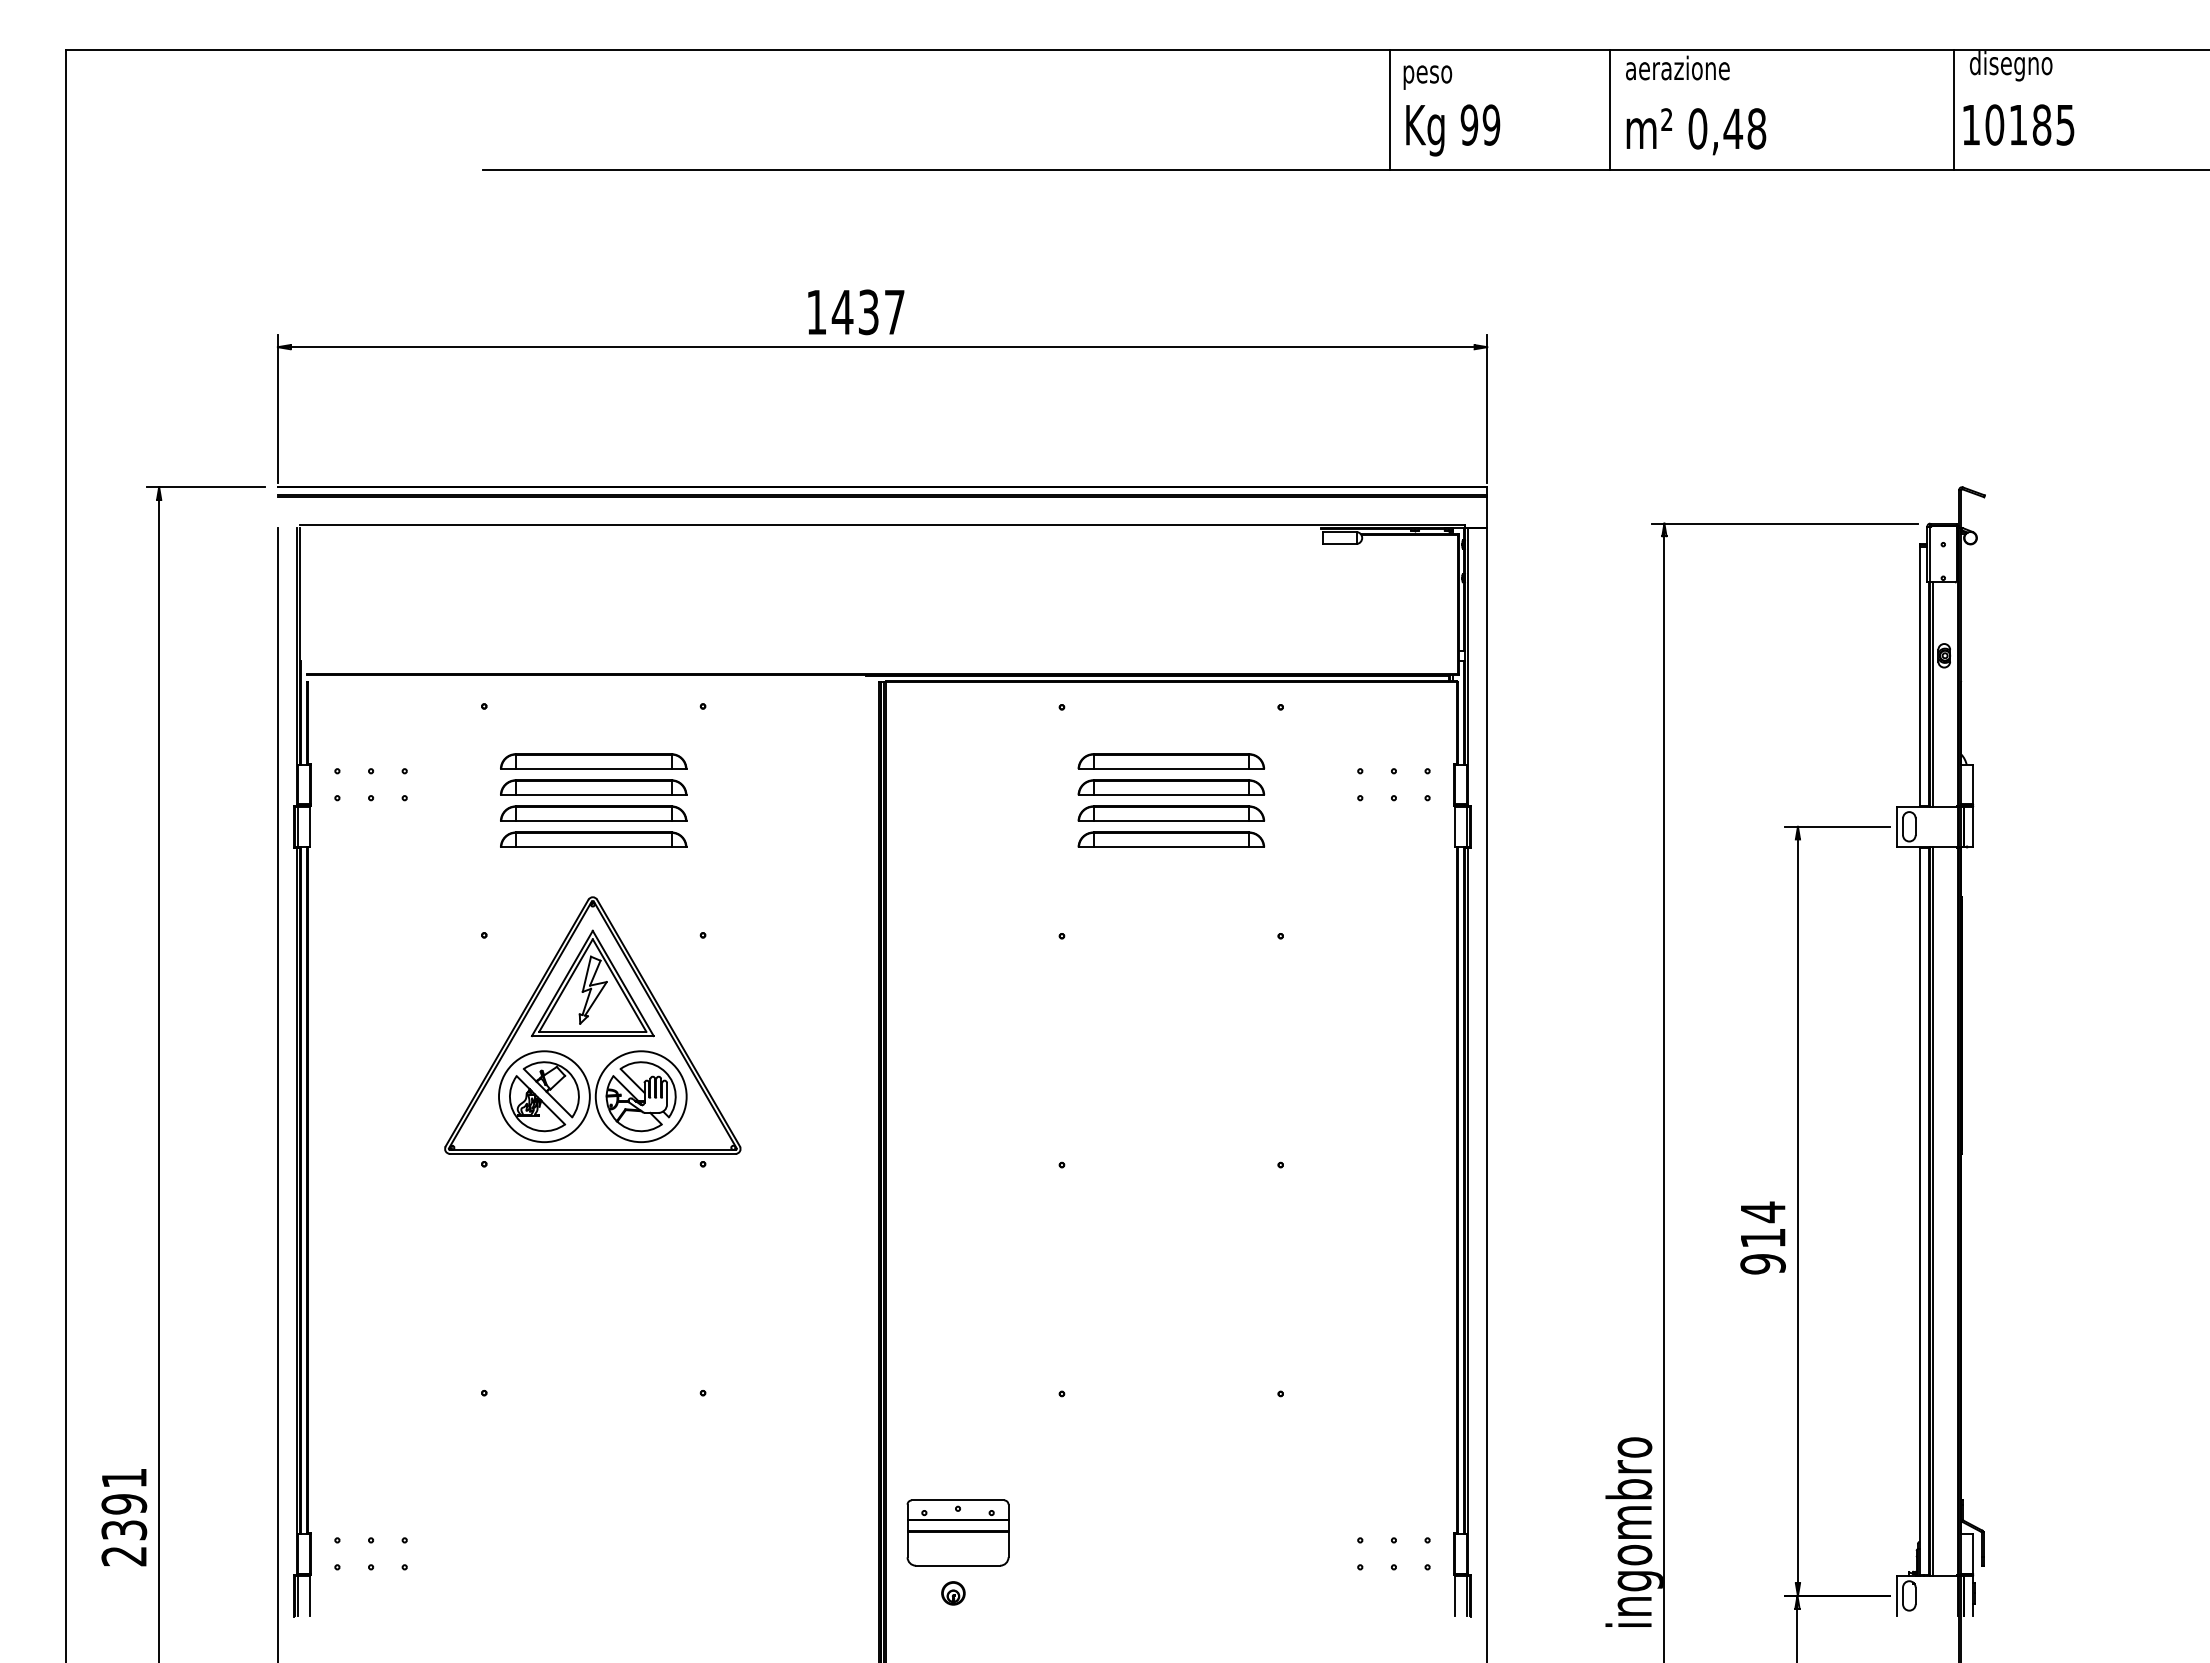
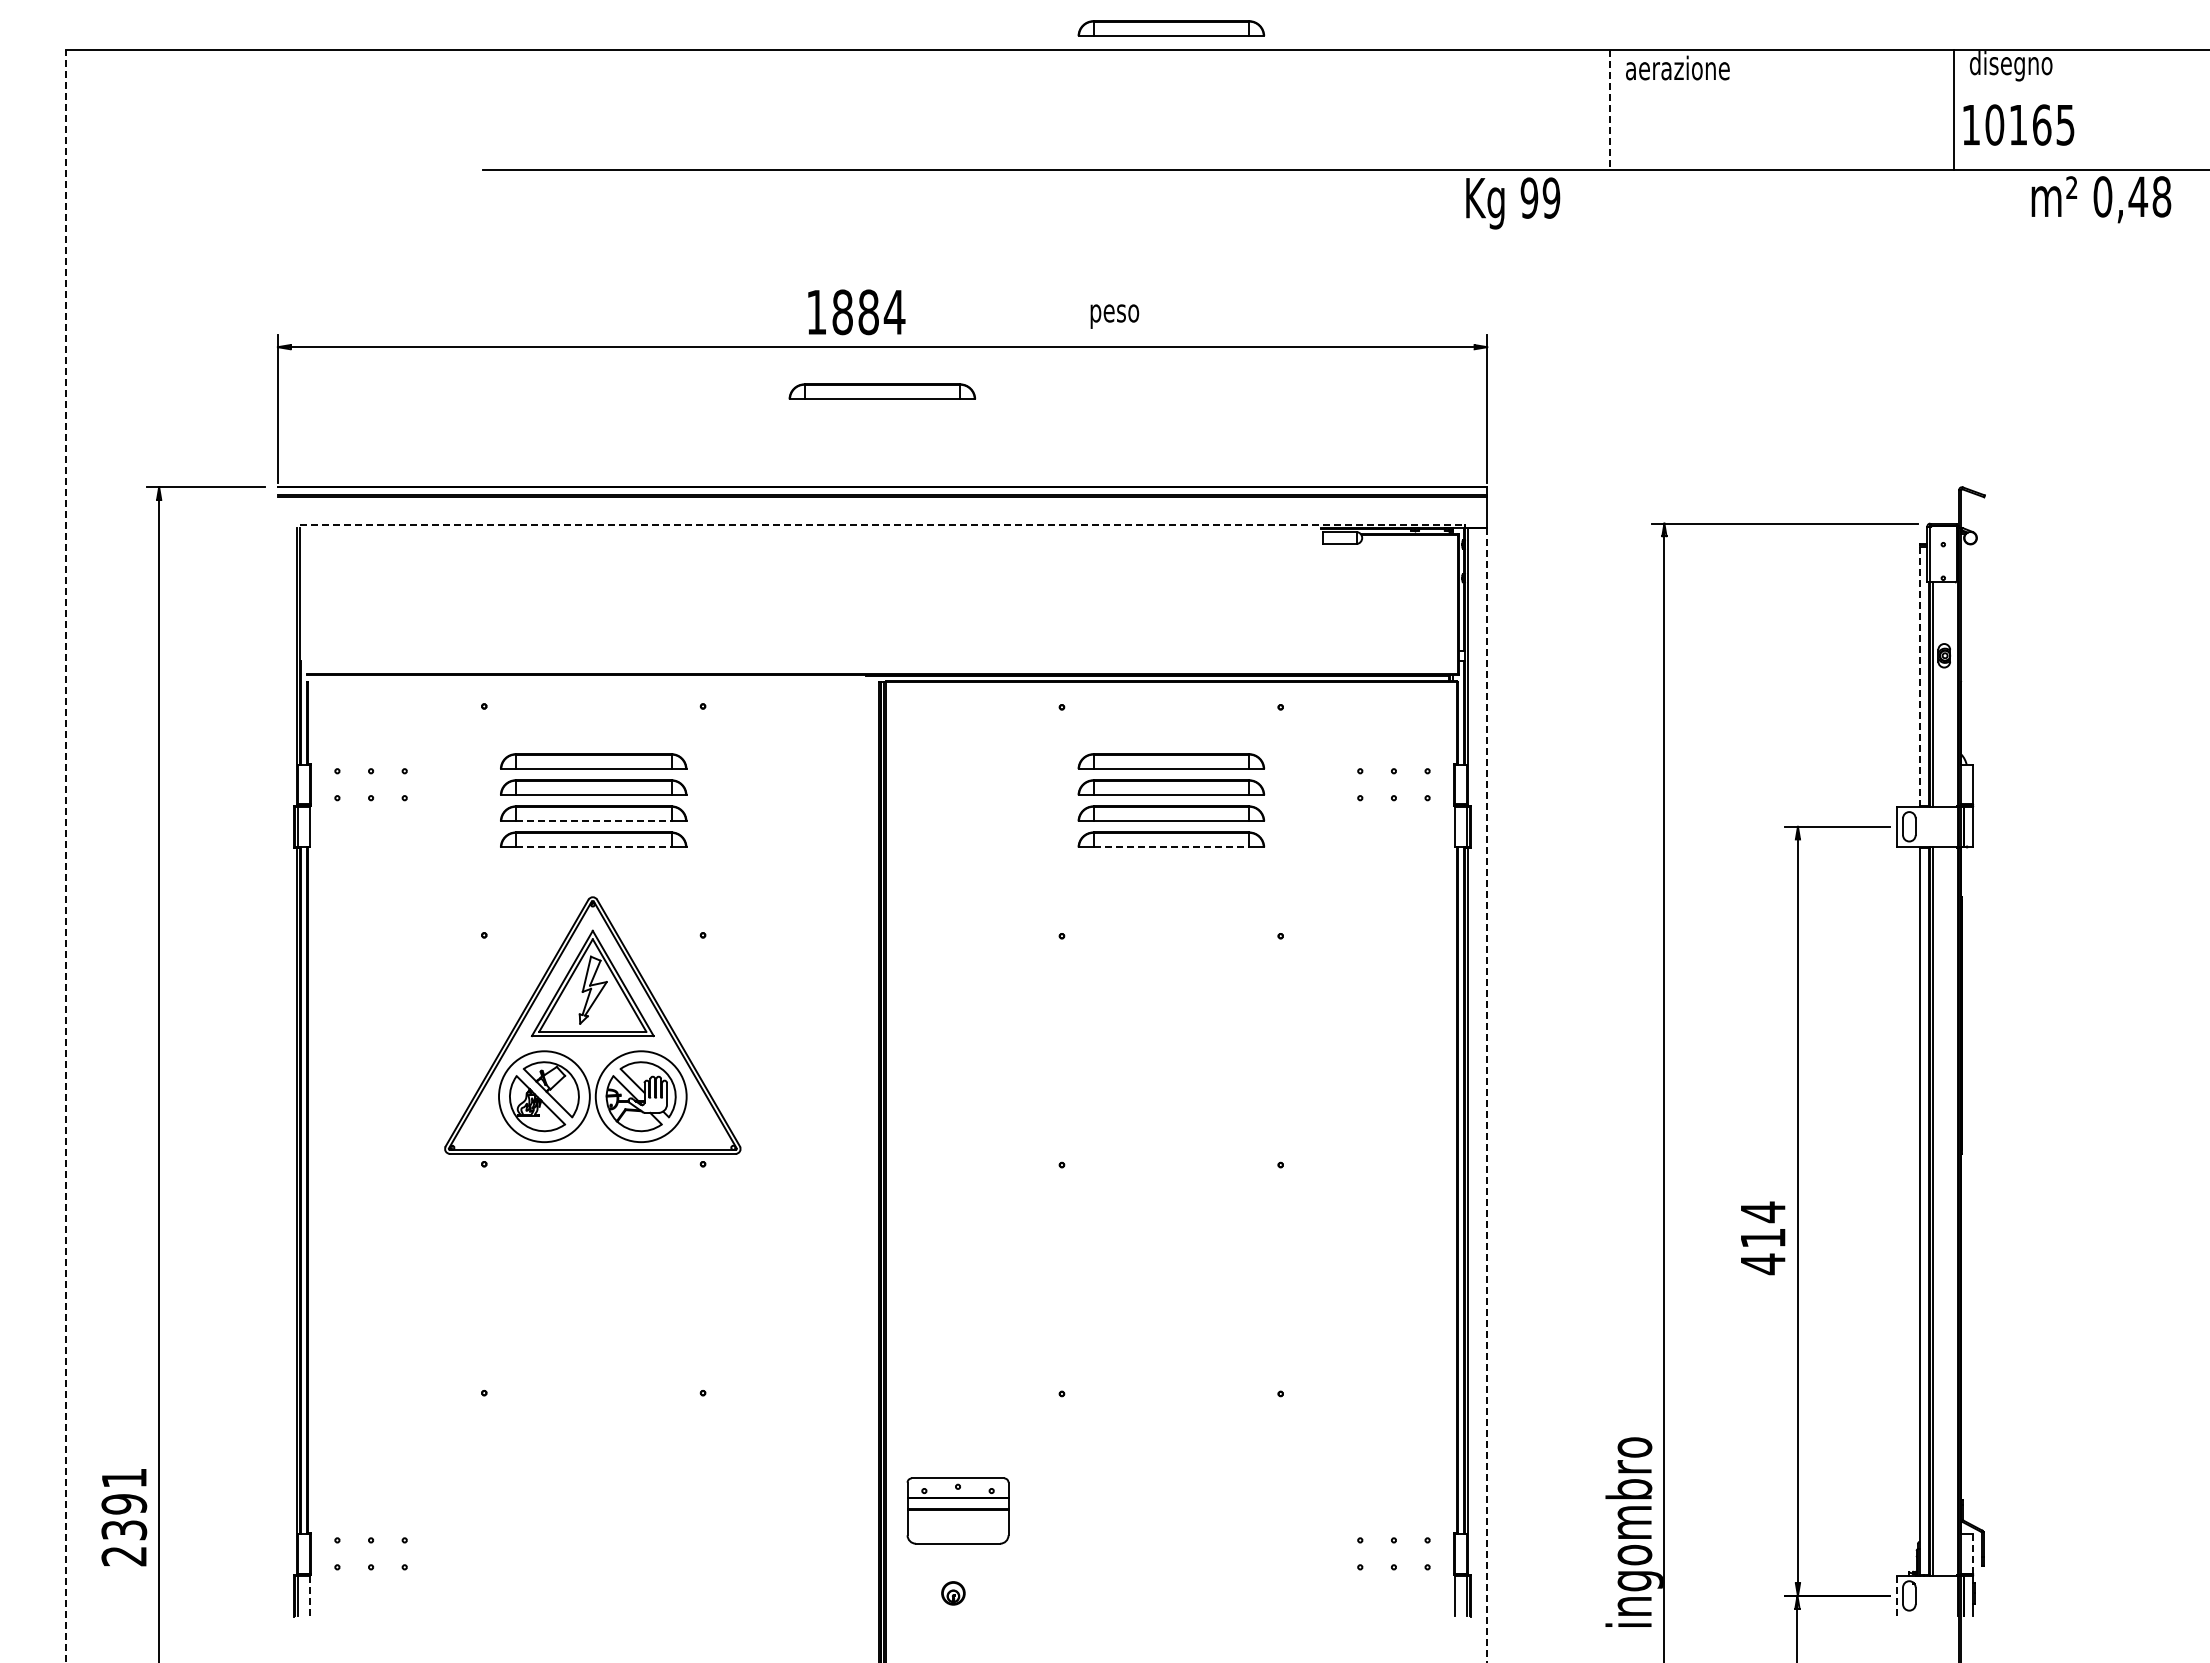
part at (1171, 28): none -> present
text at (1427, 77) position: (1427, 77) -> (1114, 316)
line at (1390, 109): present -> none
line at (1609, 109): solid -> dashed
text at (2041, 124): 10185 -> 10165
text at (1453, 130) position: (1453, 130) -> (1513, 203)
text at (1696, 131) position: (1696, 131) -> (2101, 199)
text at (868, 312): 1437 -> 1884
part at (882, 391): none -> present
line at (882, 525): solid -> dashed
line at (1919, 676): solid -> dashed
line at (593, 821): solid -> dashed
line at (593, 847): solid -> dashed
line at (1171, 847): solid -> dashed
line at (66, 855): solid -> dashed
line at (277, 1093): present -> none
line at (1487, 1095): solid -> dashed
text at (1762, 1264): 914 -> 414
part at (957, 1532) position: (957, 1532) -> (957, 1510)
line at (1972, 1553): solid -> dashed
line at (309, 1595): solid -> dashed
line at (1896, 1595): solid -> dashed
